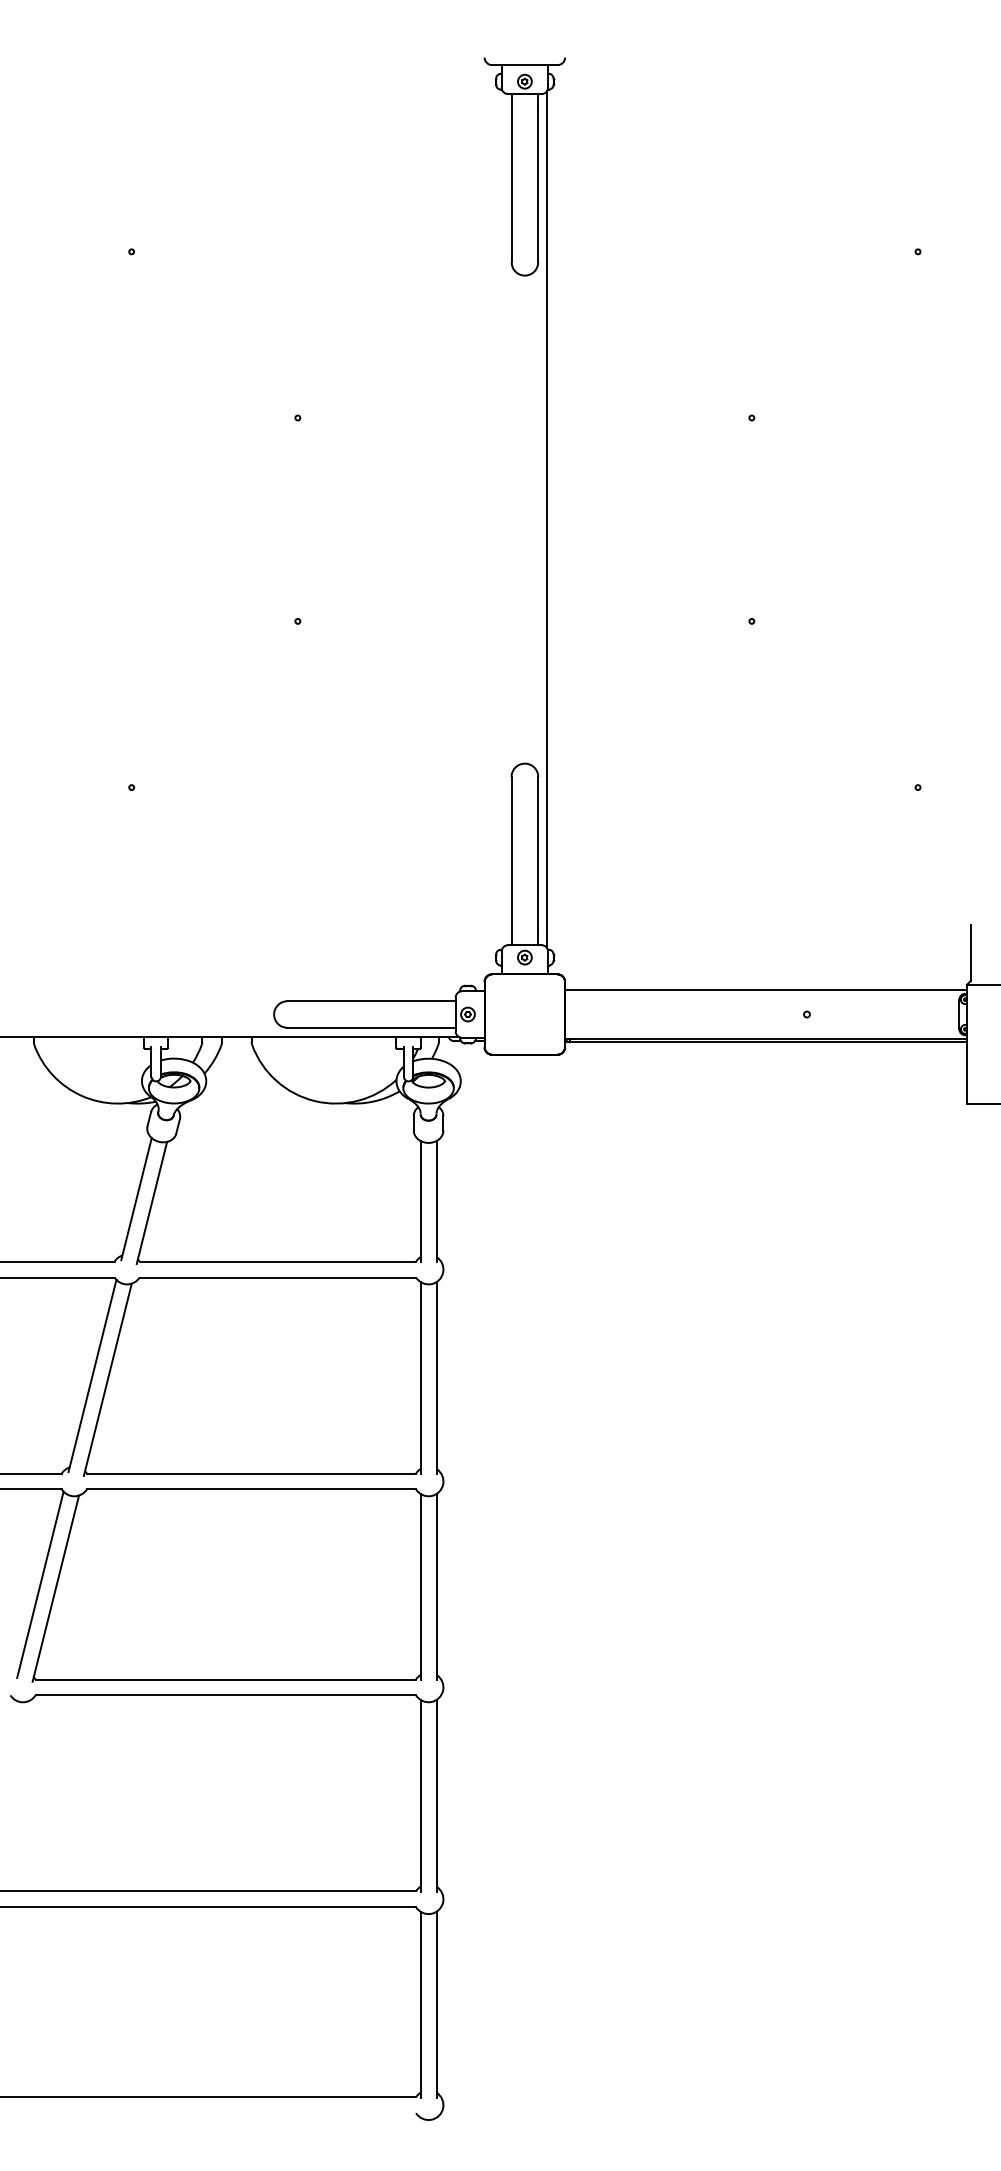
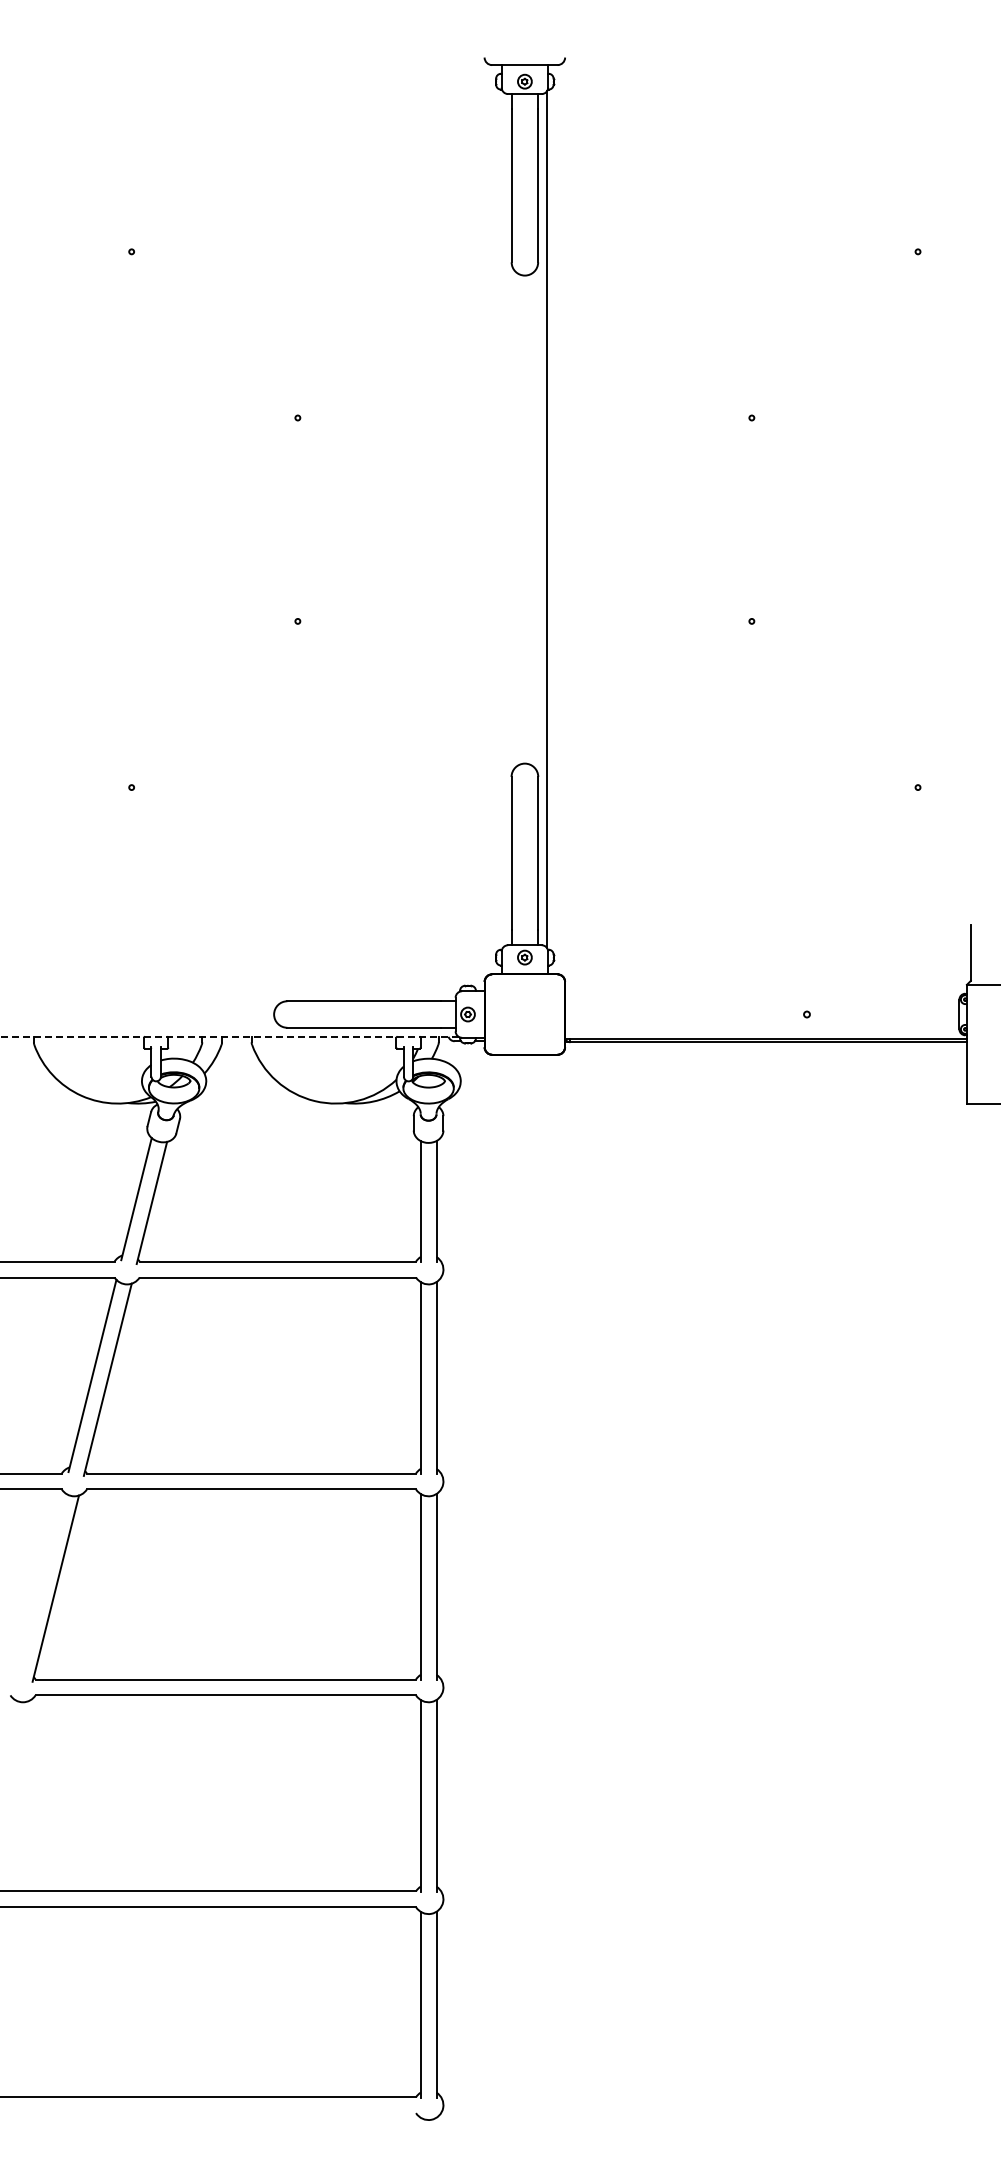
line at (765, 989): present -> none
line at (228, 1036): solid -> dashed
line at (40, 1584): present -> none
